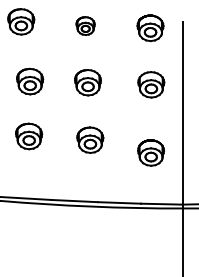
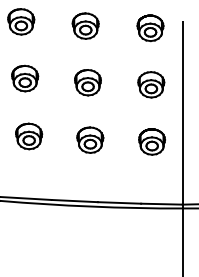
part at (85, 25) size: 21x20 px -> 29x28 px
part at (30, 81) position: (30, 81) -> (25, 78)
part at (150, 152) position: (150, 152) -> (151, 141)
